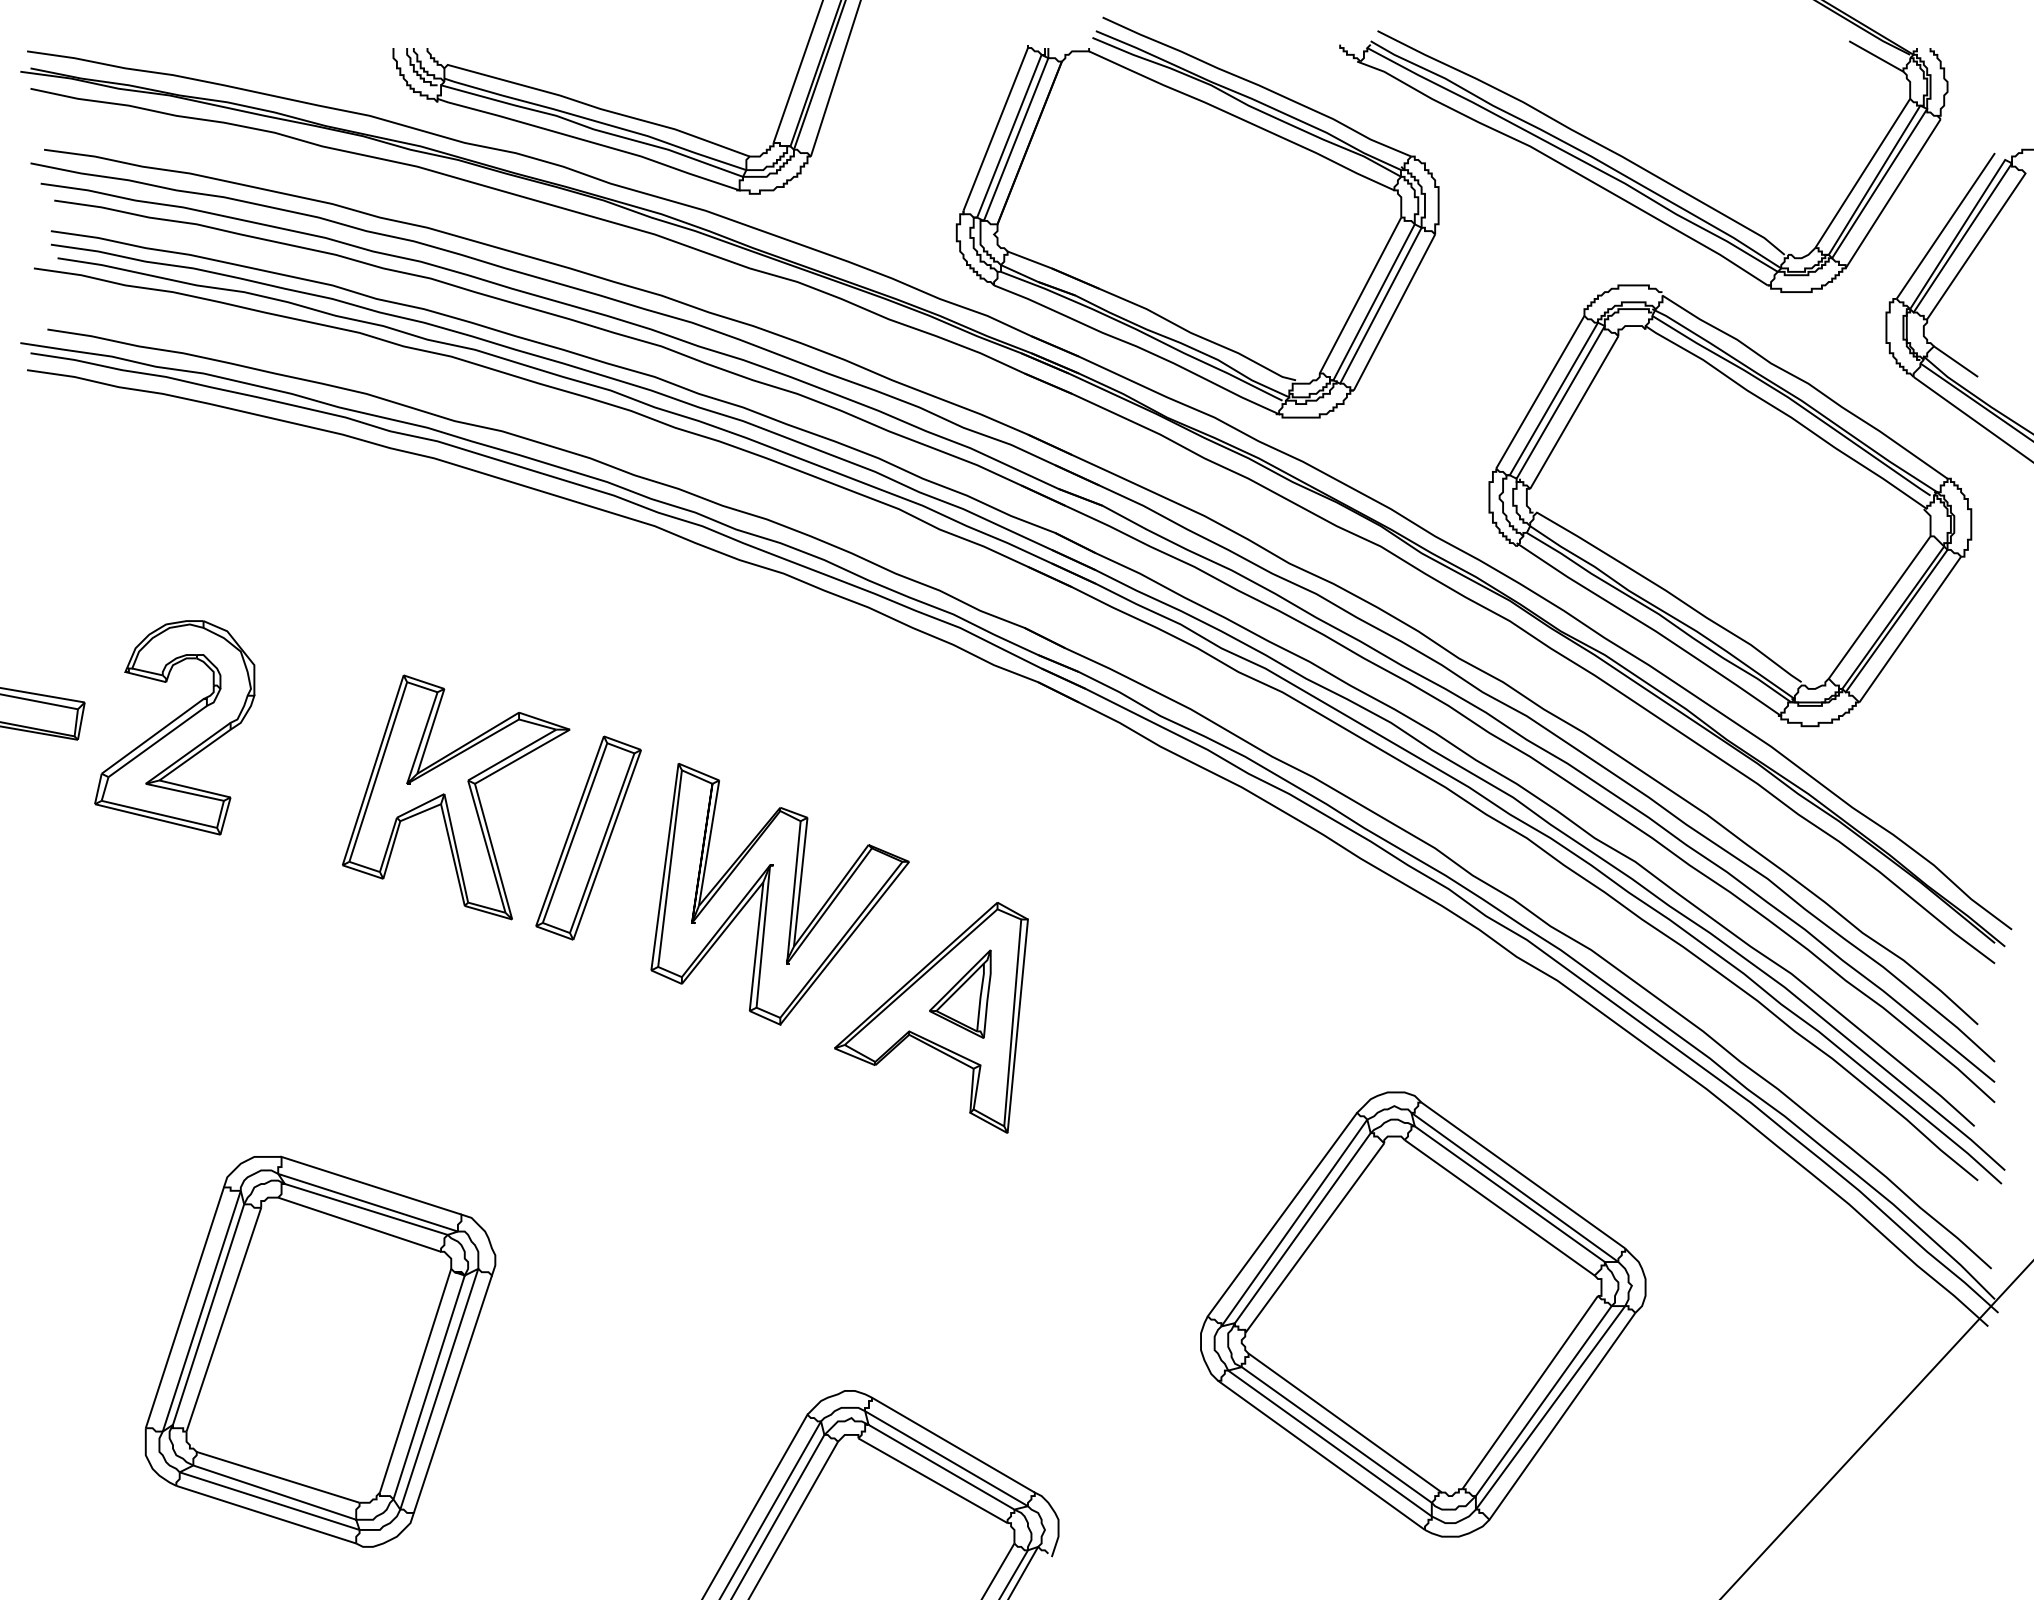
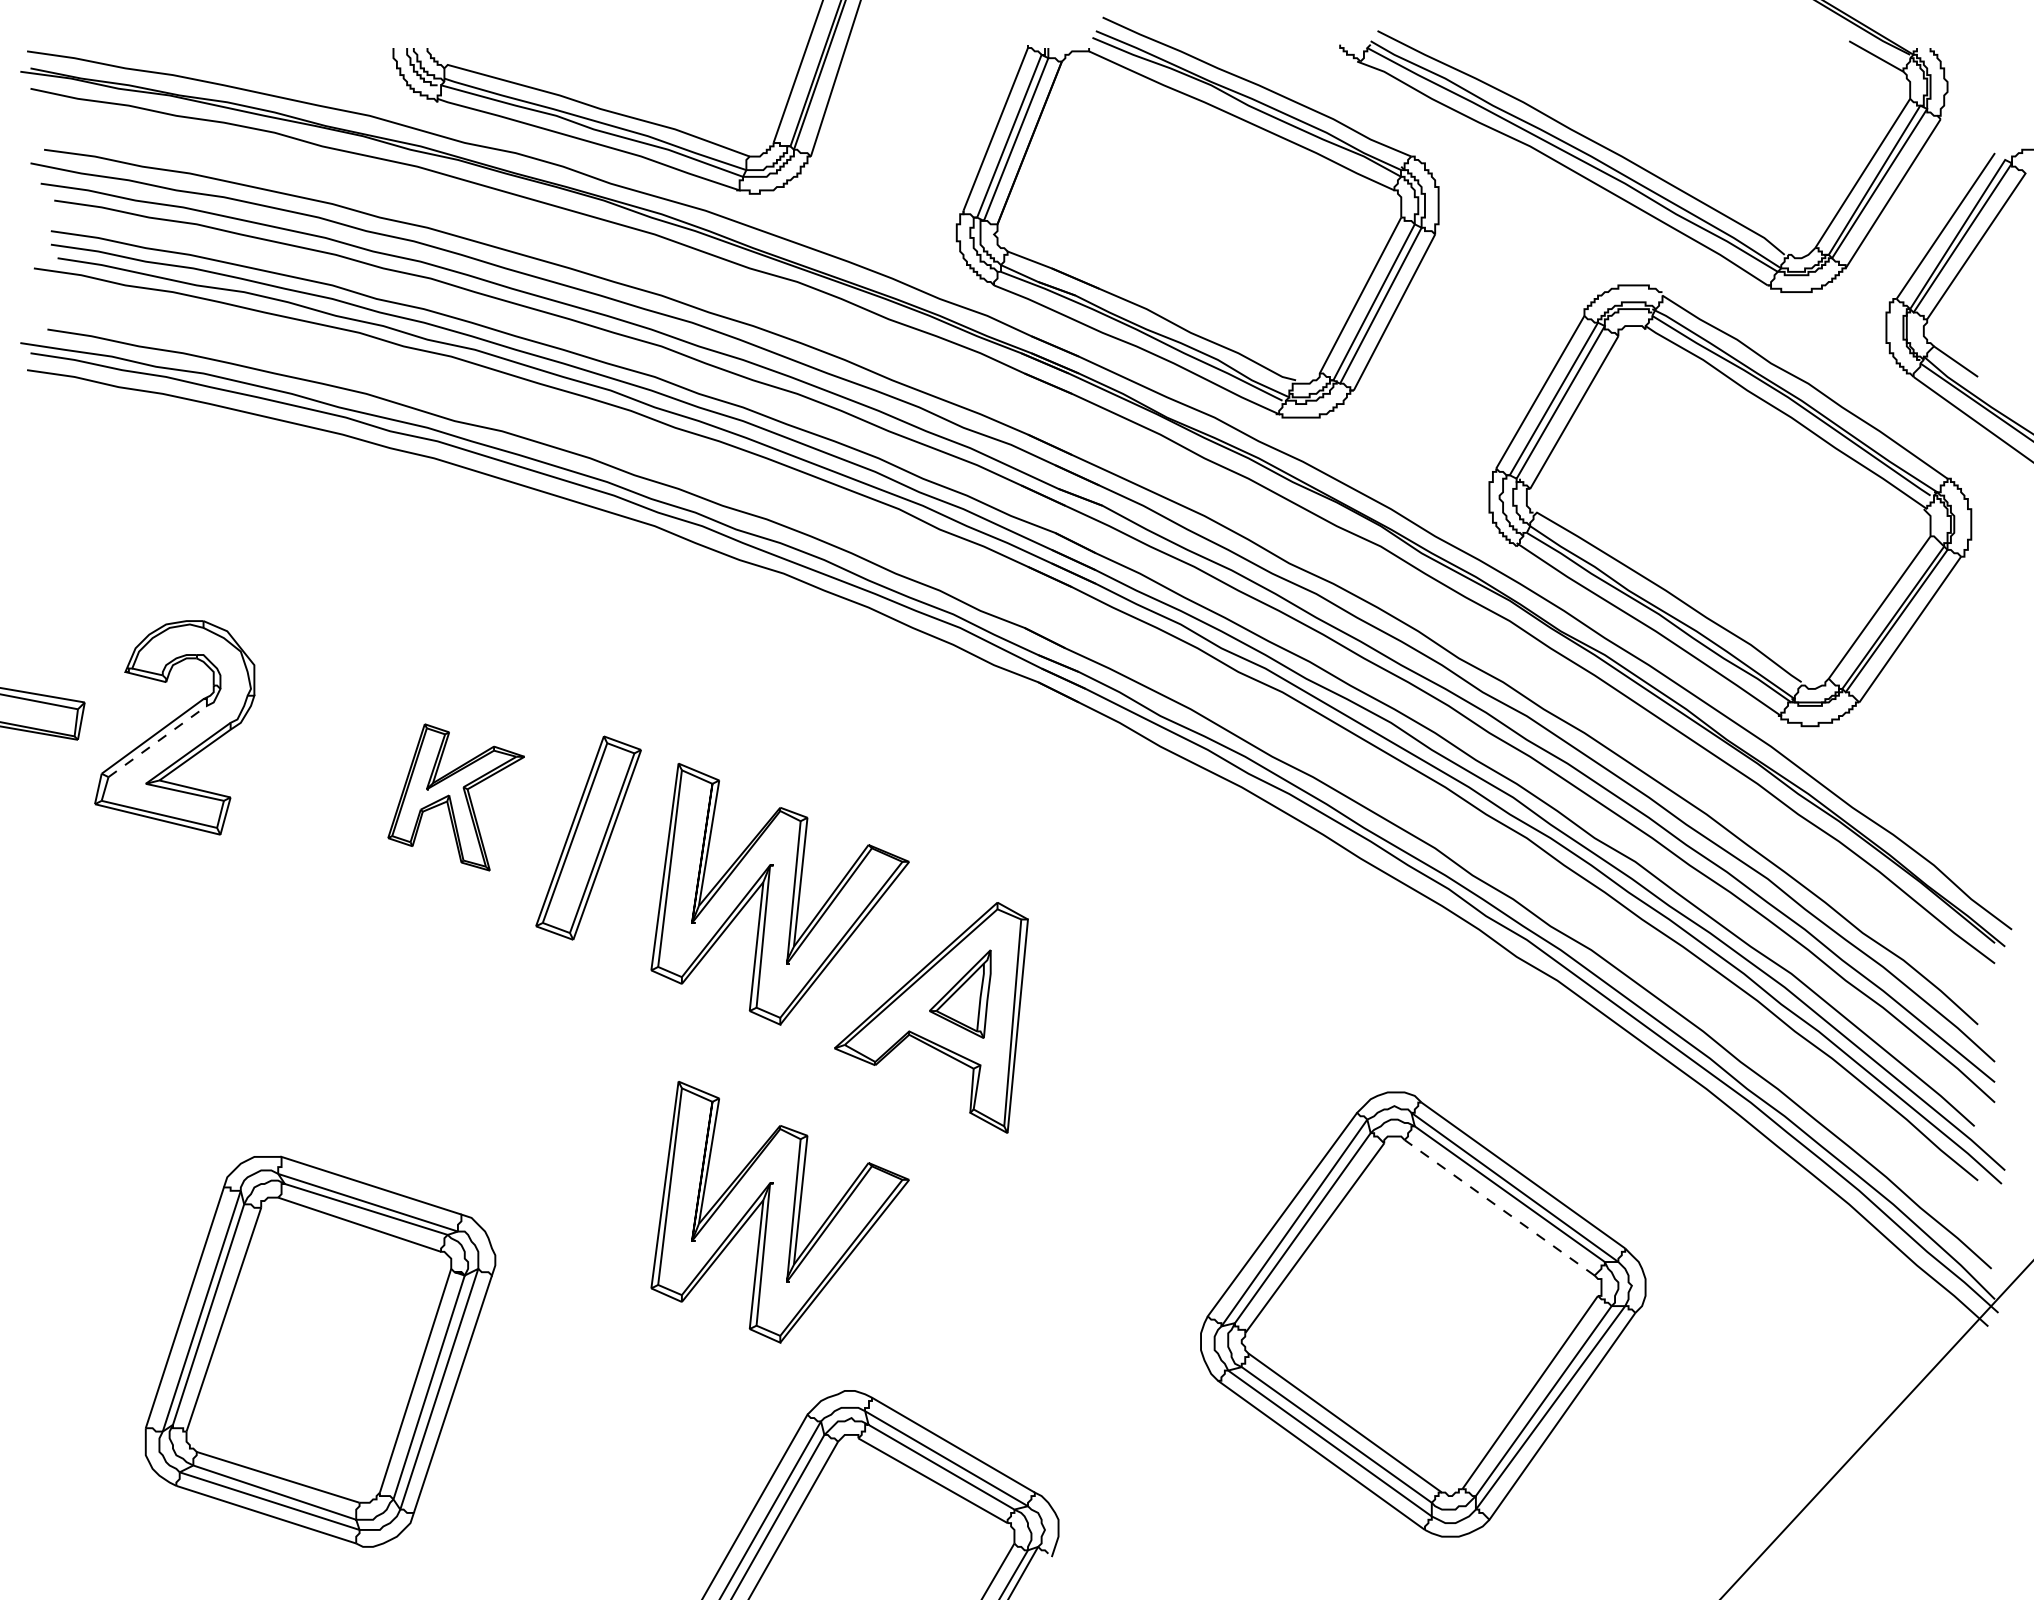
line at (157, 741): solid -> dashed
part at (456, 797) size: 229x247 px -> 138x149 px
line at (1499, 1207): solid -> dashed
part at (779, 1212): none -> present
